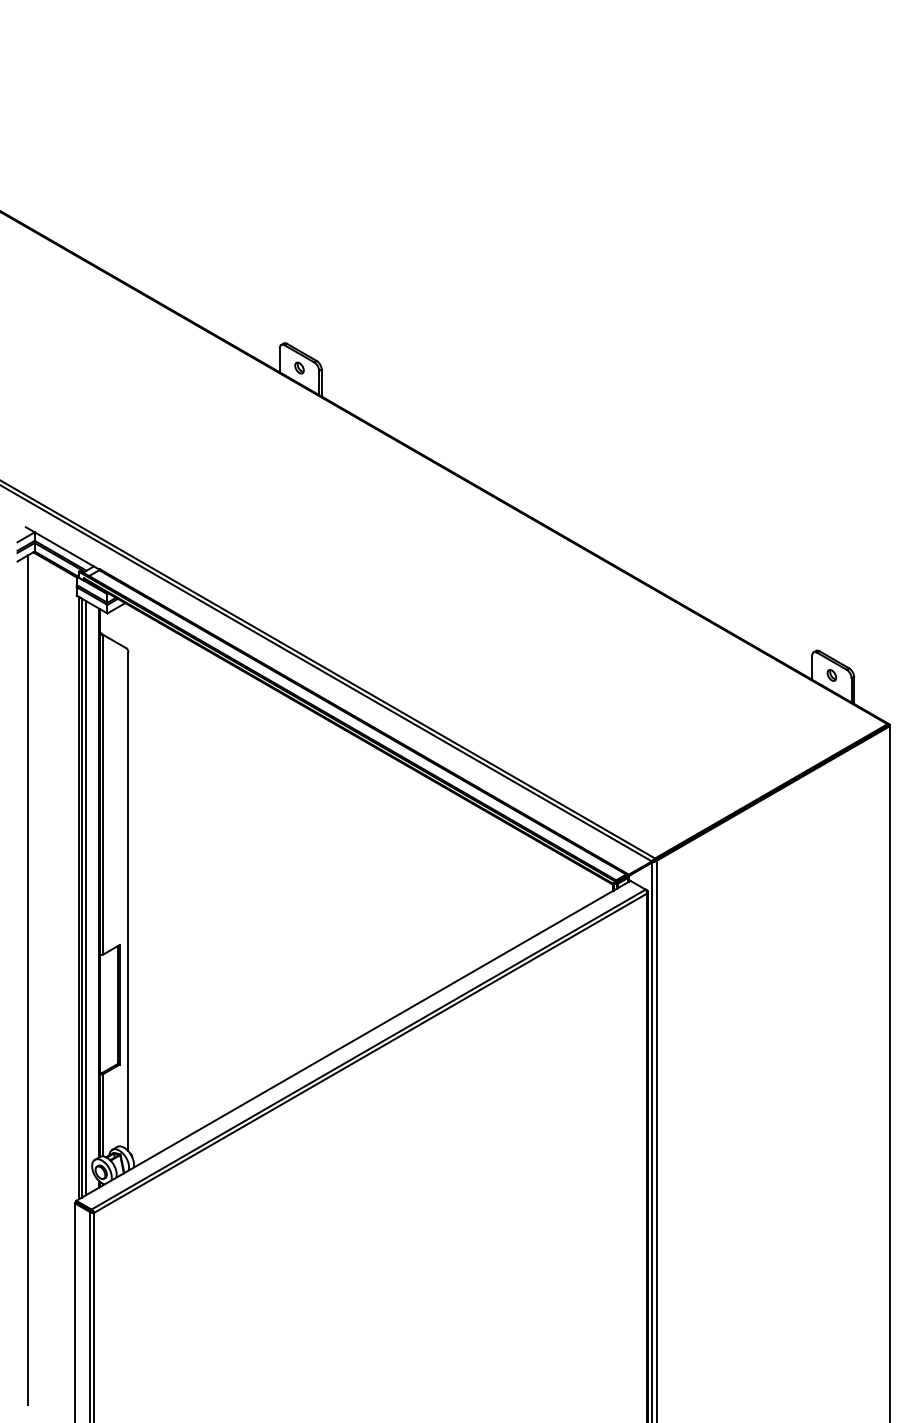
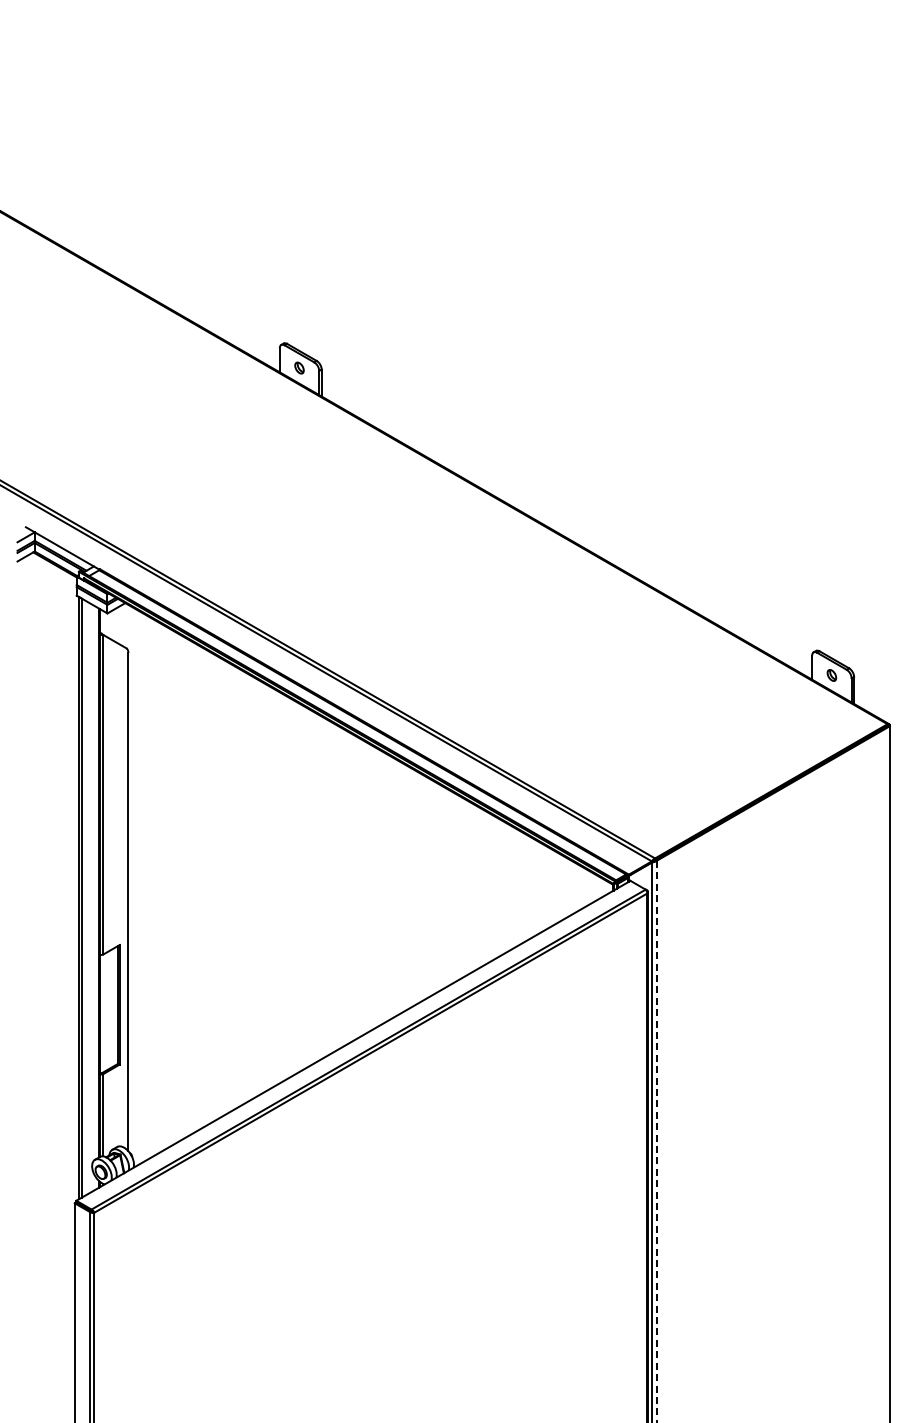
line at (86, 898): present -> none
line at (27, 979): present -> none
line at (656, 1141): solid -> dashed
